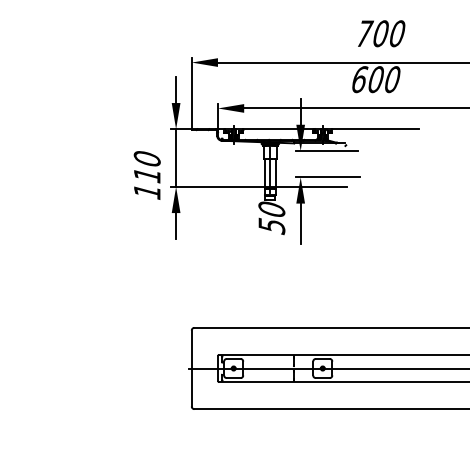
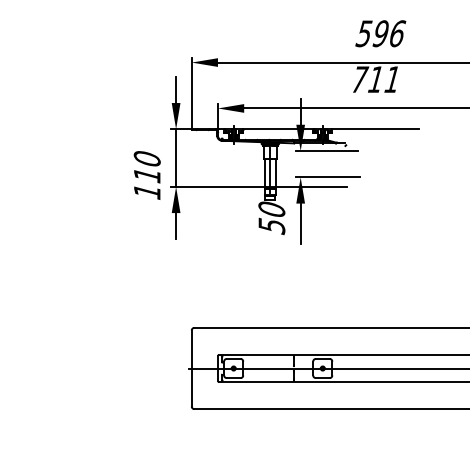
text at (380, 33): 700 -> 596
text at (376, 79): 600 -> 711
